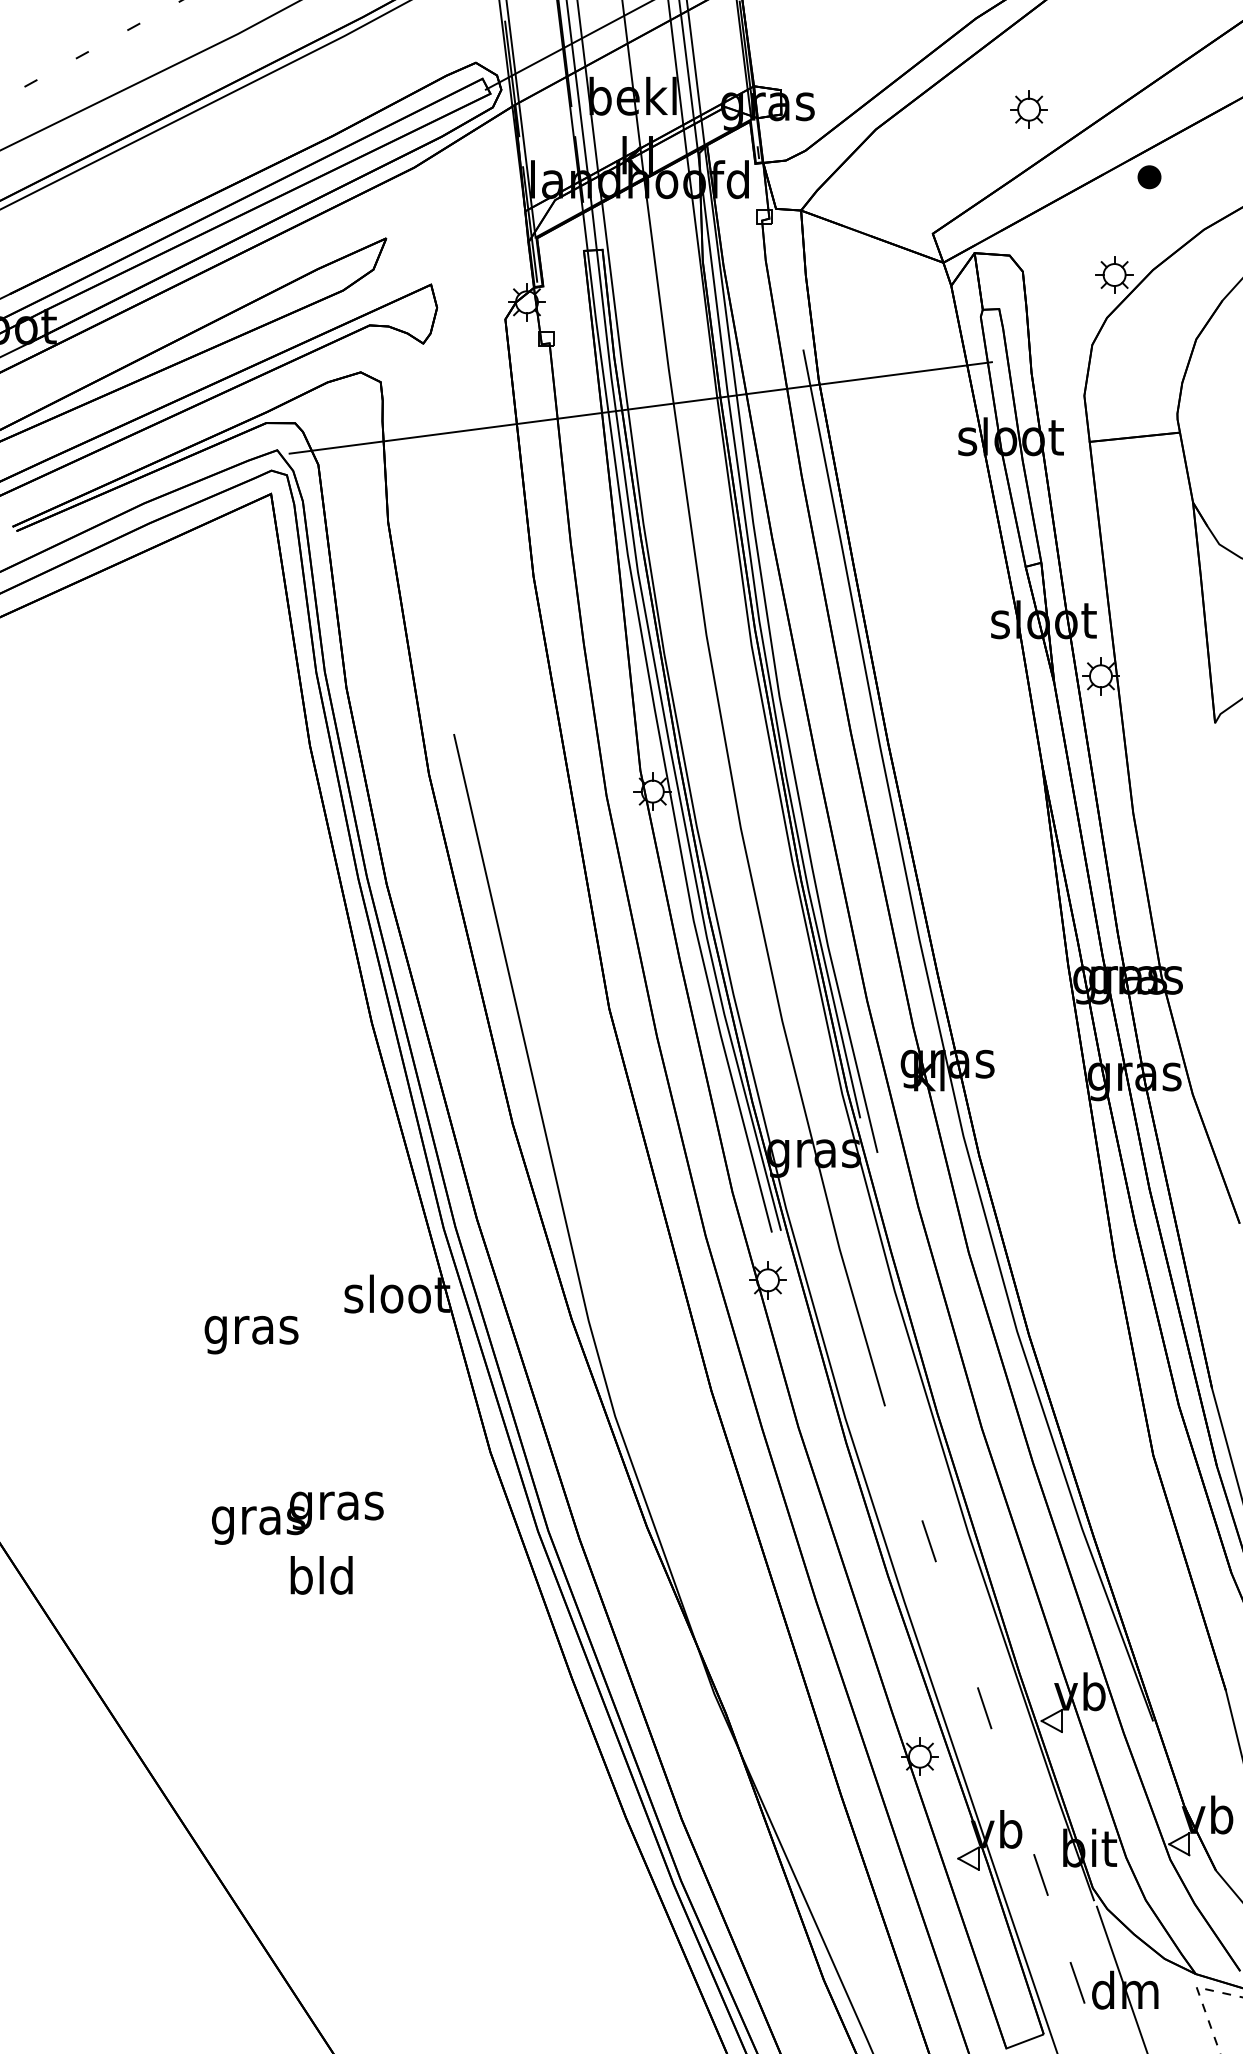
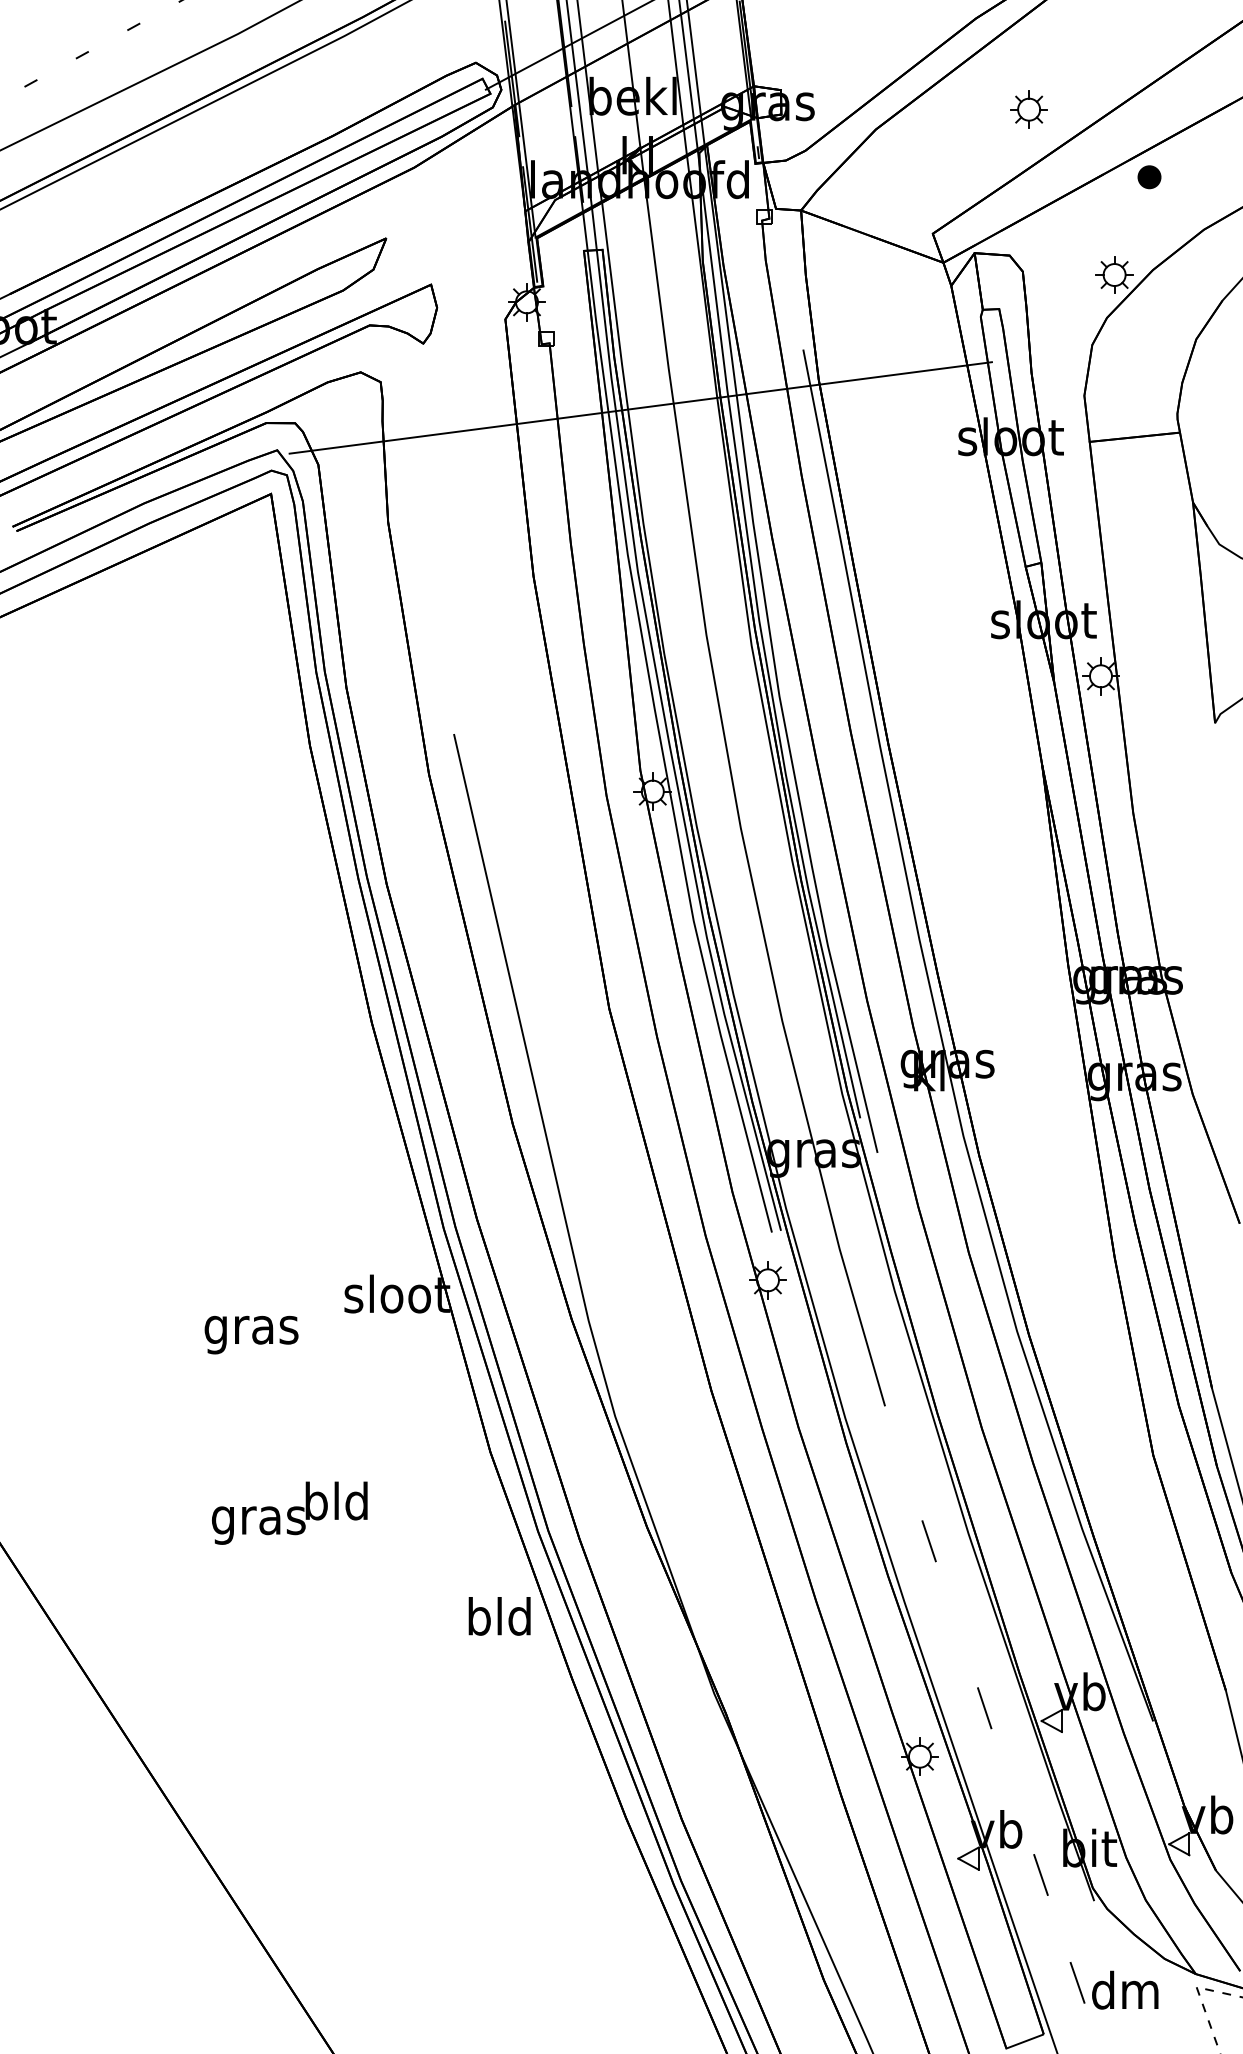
text at (336, 1505): gras -> bld
text at (321, 1575) position: (321, 1575) -> (499, 1616)
line at (1121, 1978): present -> none
